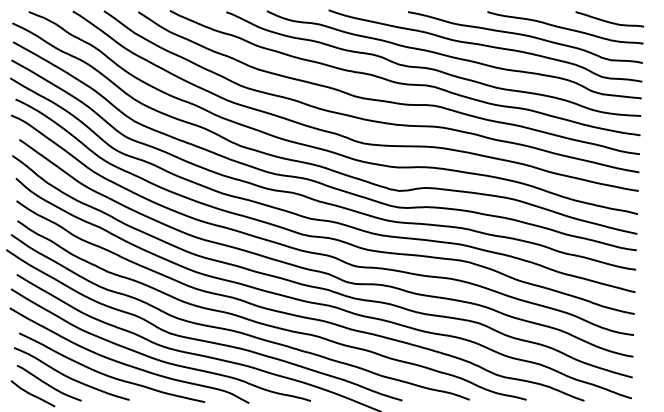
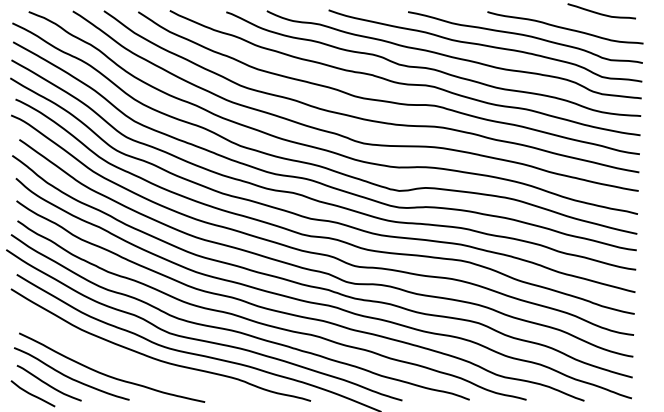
curve at (609, 21) position: (609, 21) -> (601, 13)
curve at (126, 363): present -> none
